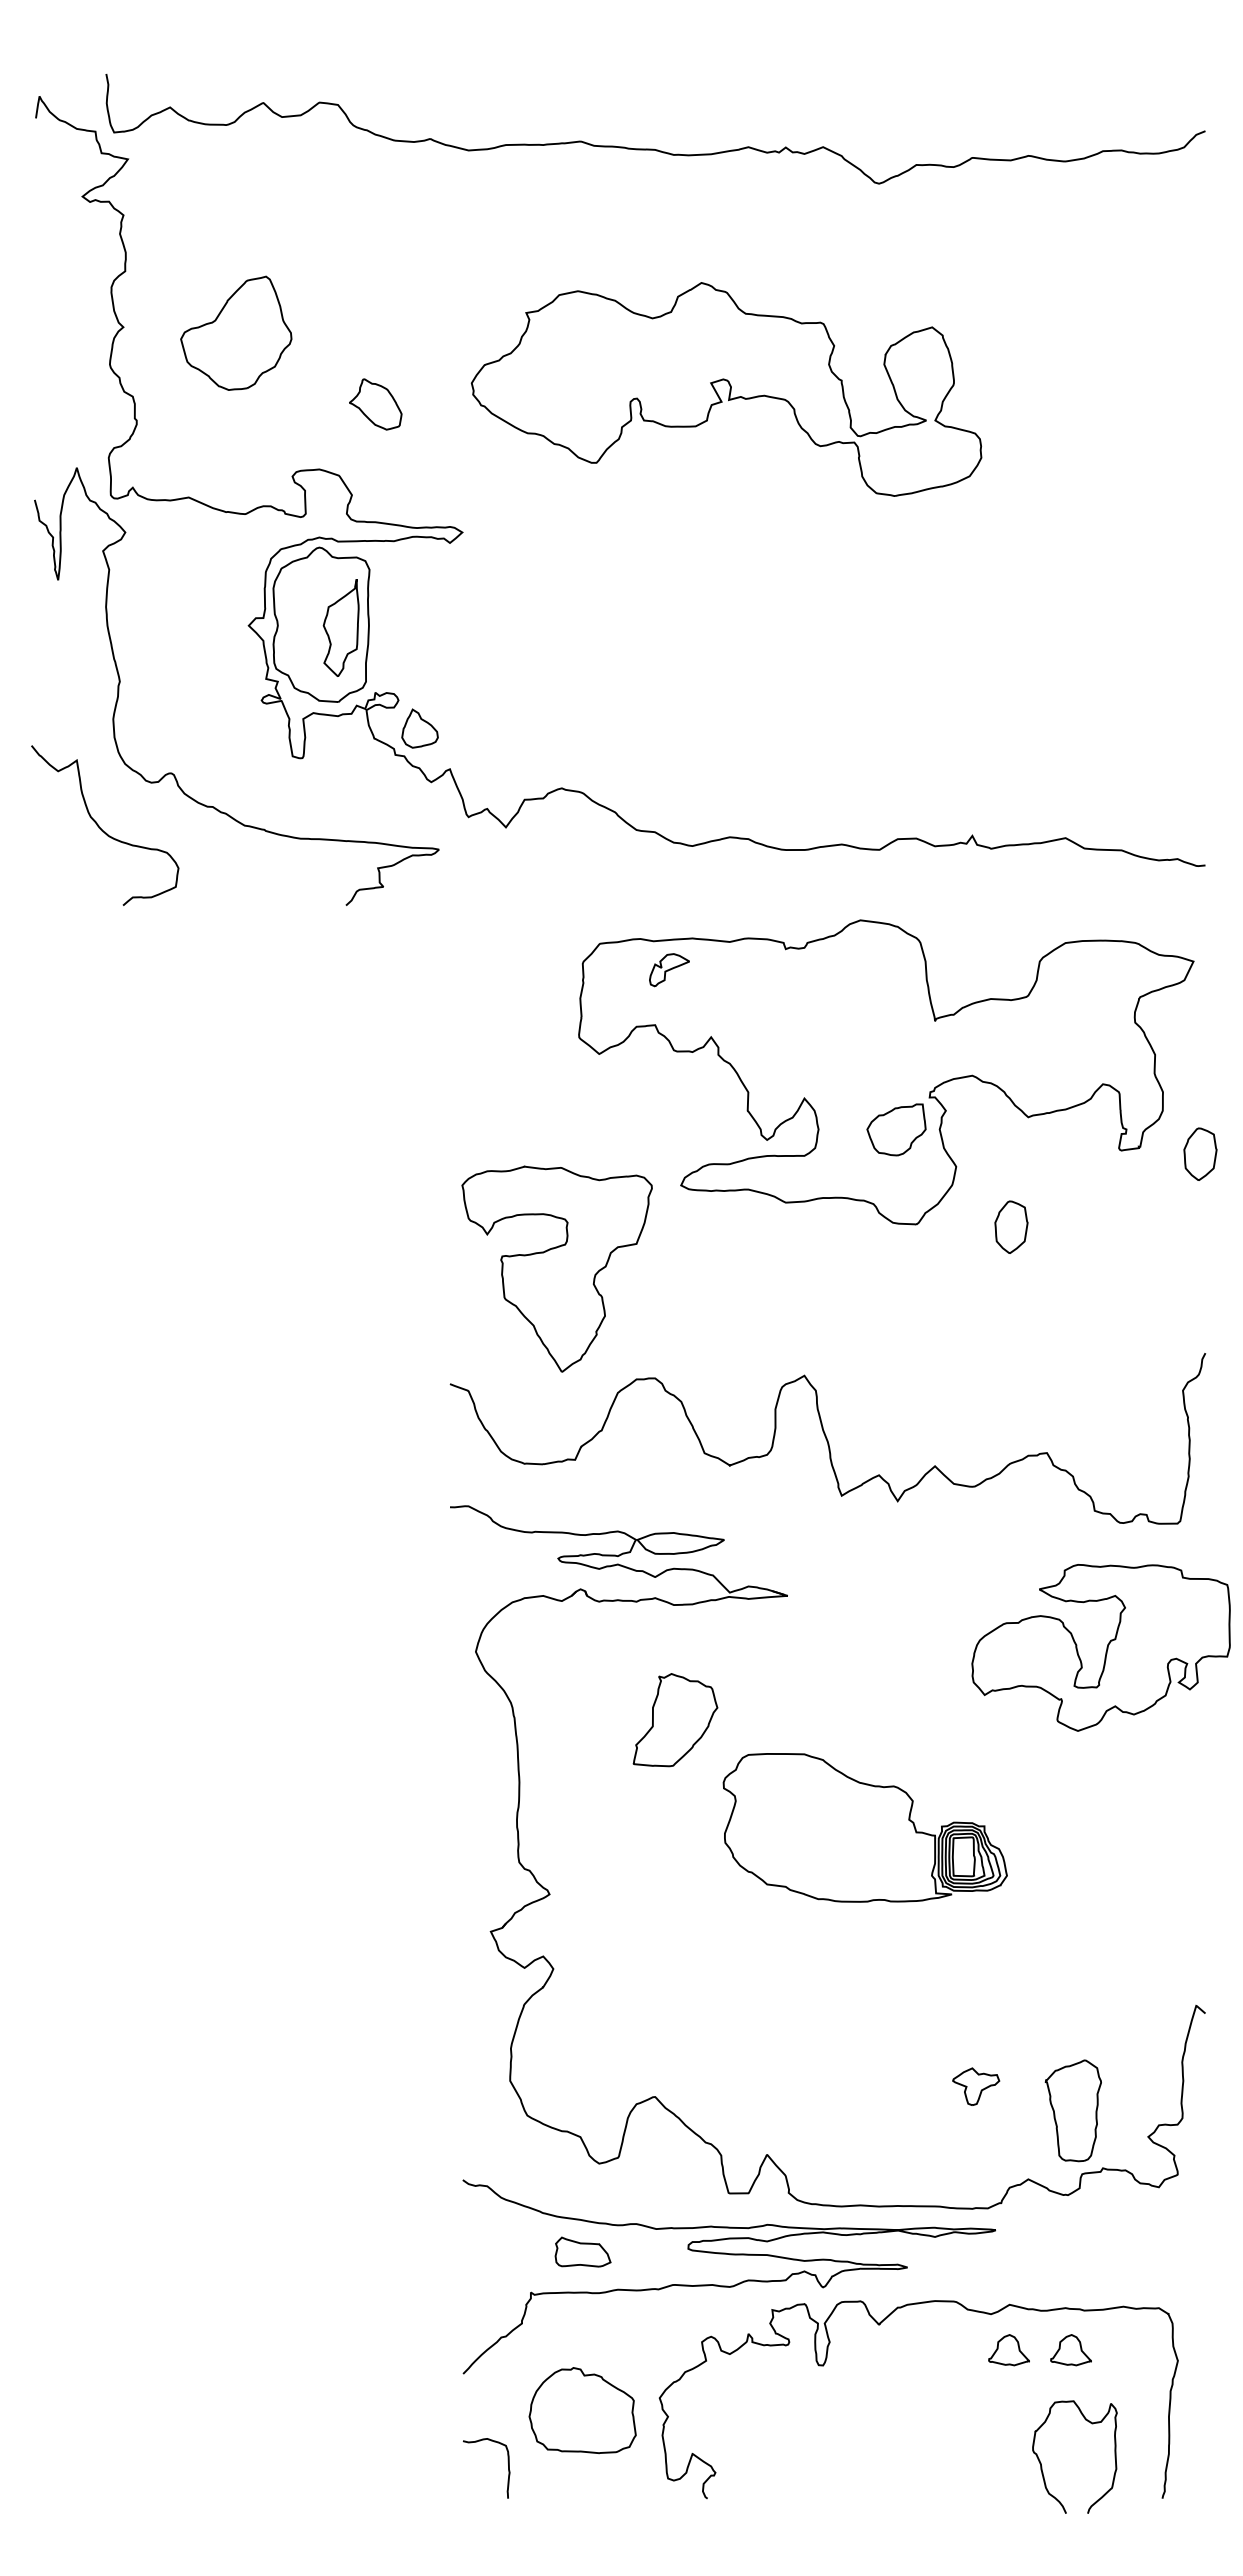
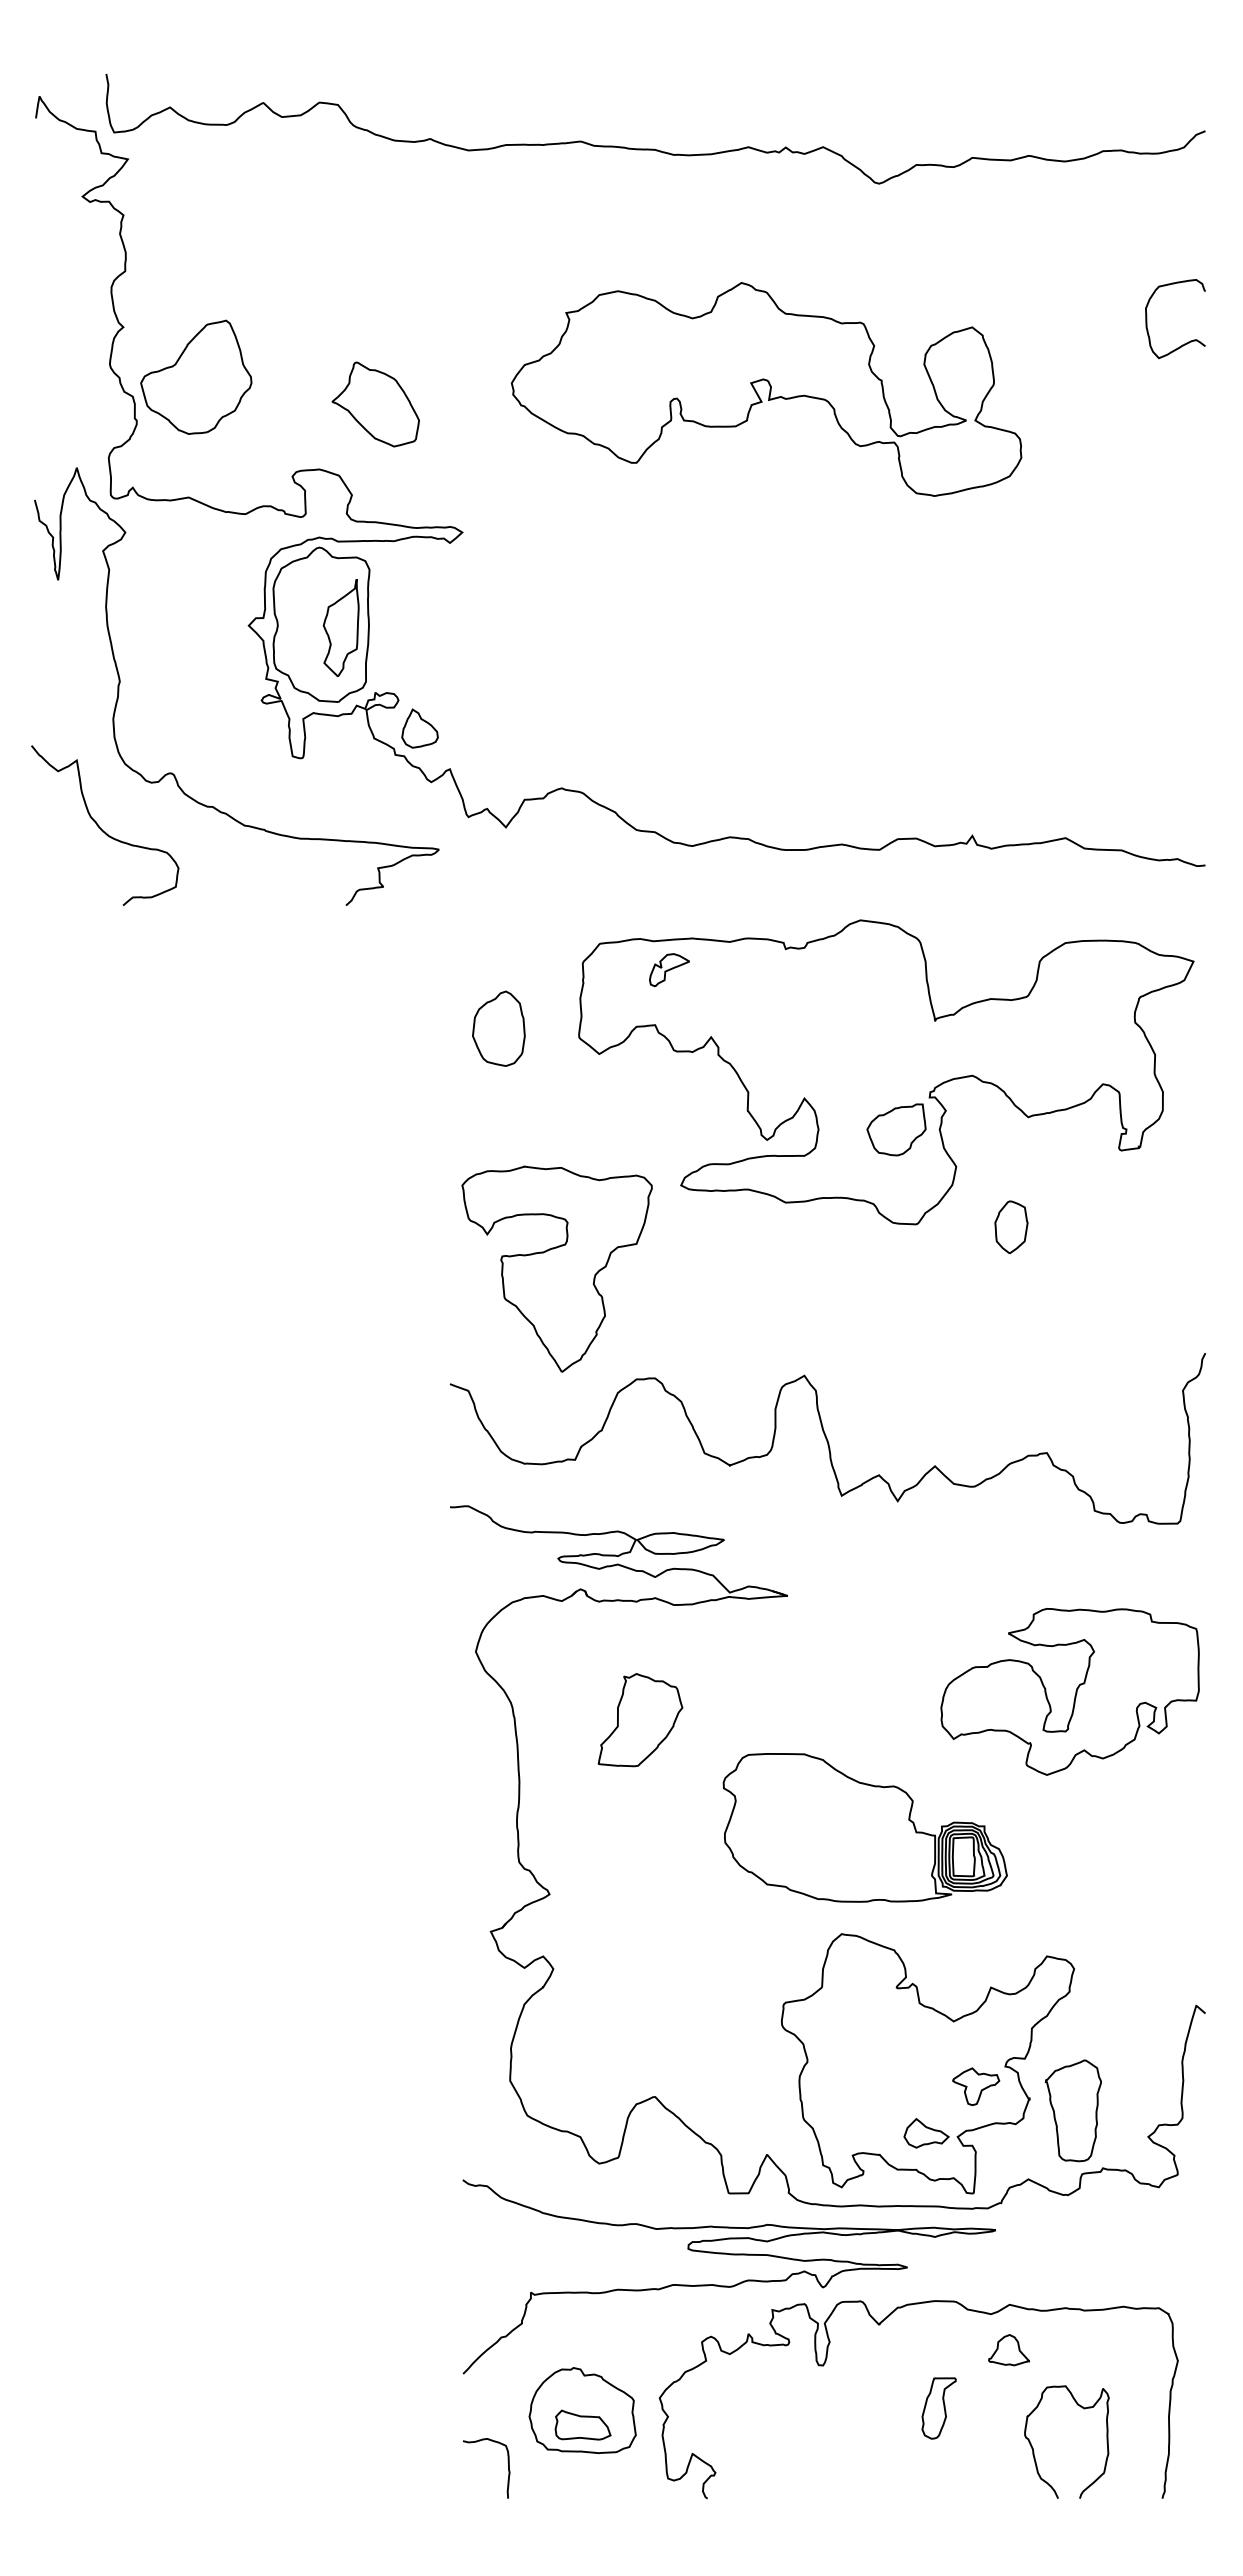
part at (236, 332) position: (236, 332) -> (196, 376)
curve at (1186, 342): none -> present
part at (726, 389) position: (726, 389) -> (766, 389)
part at (375, 404) size: 54x53 px -> 89x87 px
part at (498, 1028): none -> present
part at (1200, 1153): present -> none
part at (1100, 1647) position: (1100, 1647) -> (1069, 1691)
part at (675, 1720) position: (675, 1720) -> (640, 1720)
part at (927, 2063): none -> present
part at (582, 2251) position: (582, 2251) -> (582, 2424)
part at (1070, 2350): present -> none
part at (938, 2408): none -> present
curve at (1042, 2466) position: (1042, 2466) -> (1034, 2451)
